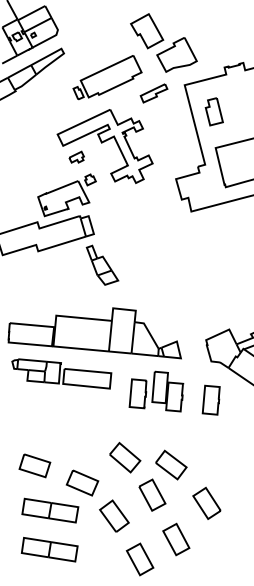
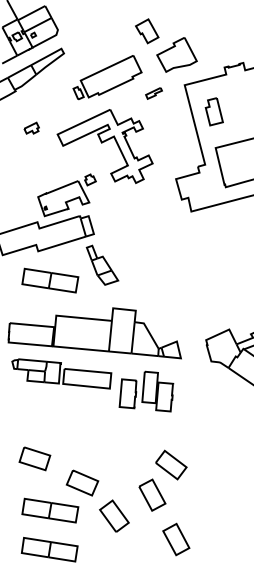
part at (147, 31) size: 35x37 px -> 25x27 px
part at (153, 93) size: 30x21 px -> 18x13 px
part at (76, 156) position: (76, 156) -> (31, 127)
part at (50, 280): none -> present
part at (156, 391) position: (156, 391) -> (146, 391)
part at (210, 399): present -> none
part at (125, 457): present -> none
part at (34, 465) position: (34, 465) -> (34, 458)
part at (206, 502): present -> none
part at (139, 559): present -> none
